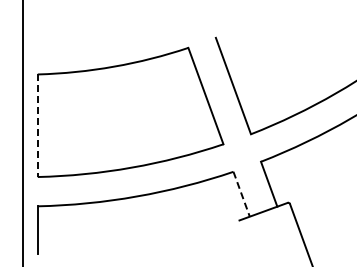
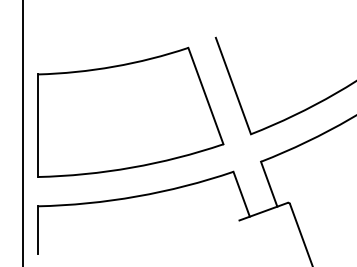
line at (37, 126): dashed -> solid
line at (241, 194): dashed -> solid
